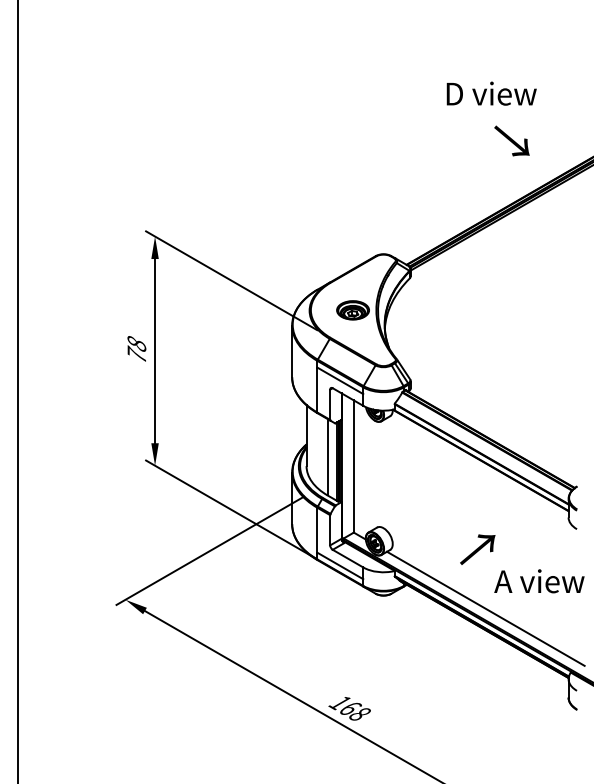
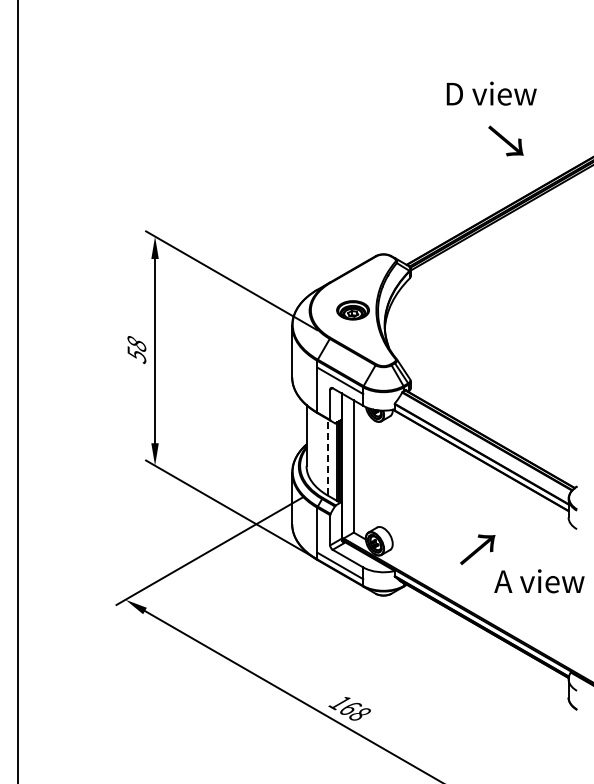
text at (511, 140) position: (511, 140) -> (505, 140)
text at (136, 354): 78 -> 58
line at (327, 456): solid -> dashed
line at (485, 608): present -> none
